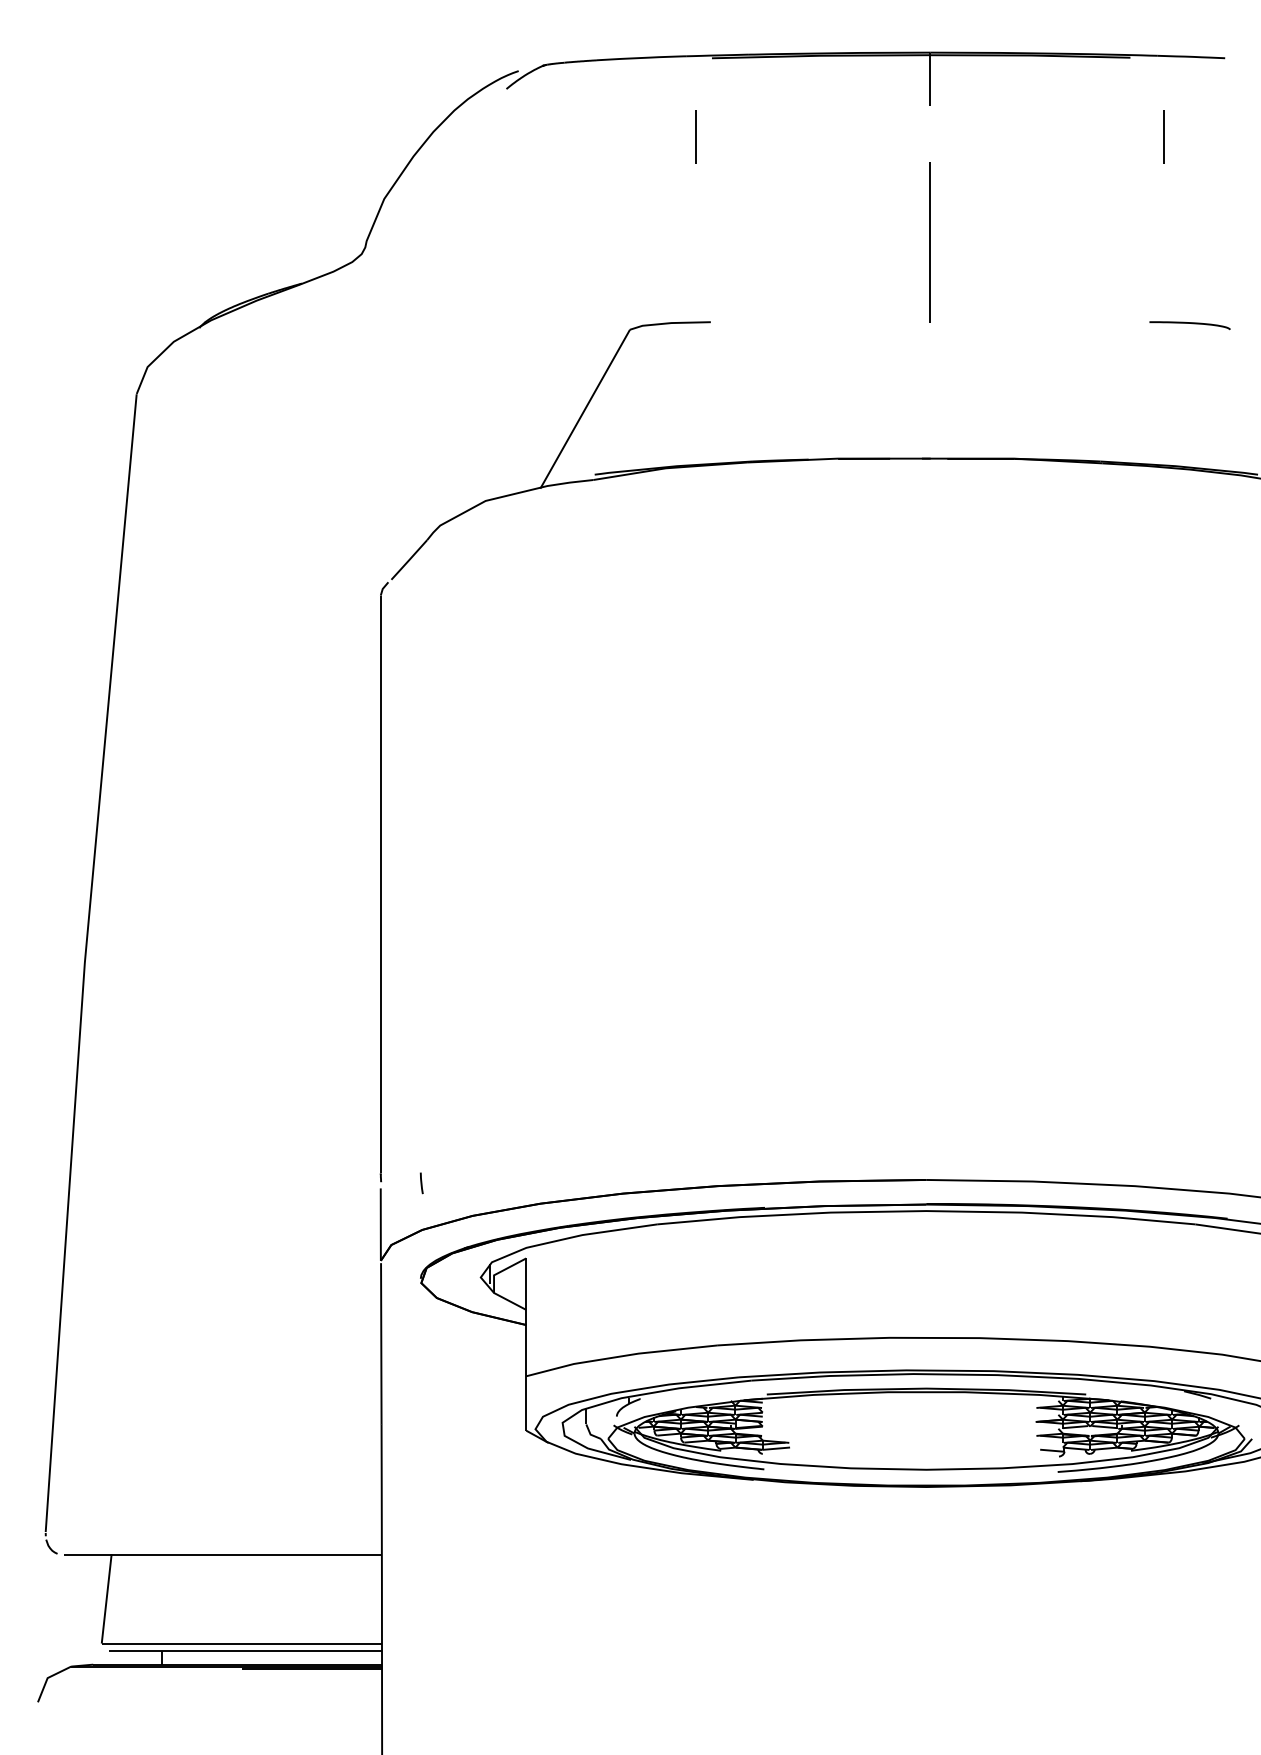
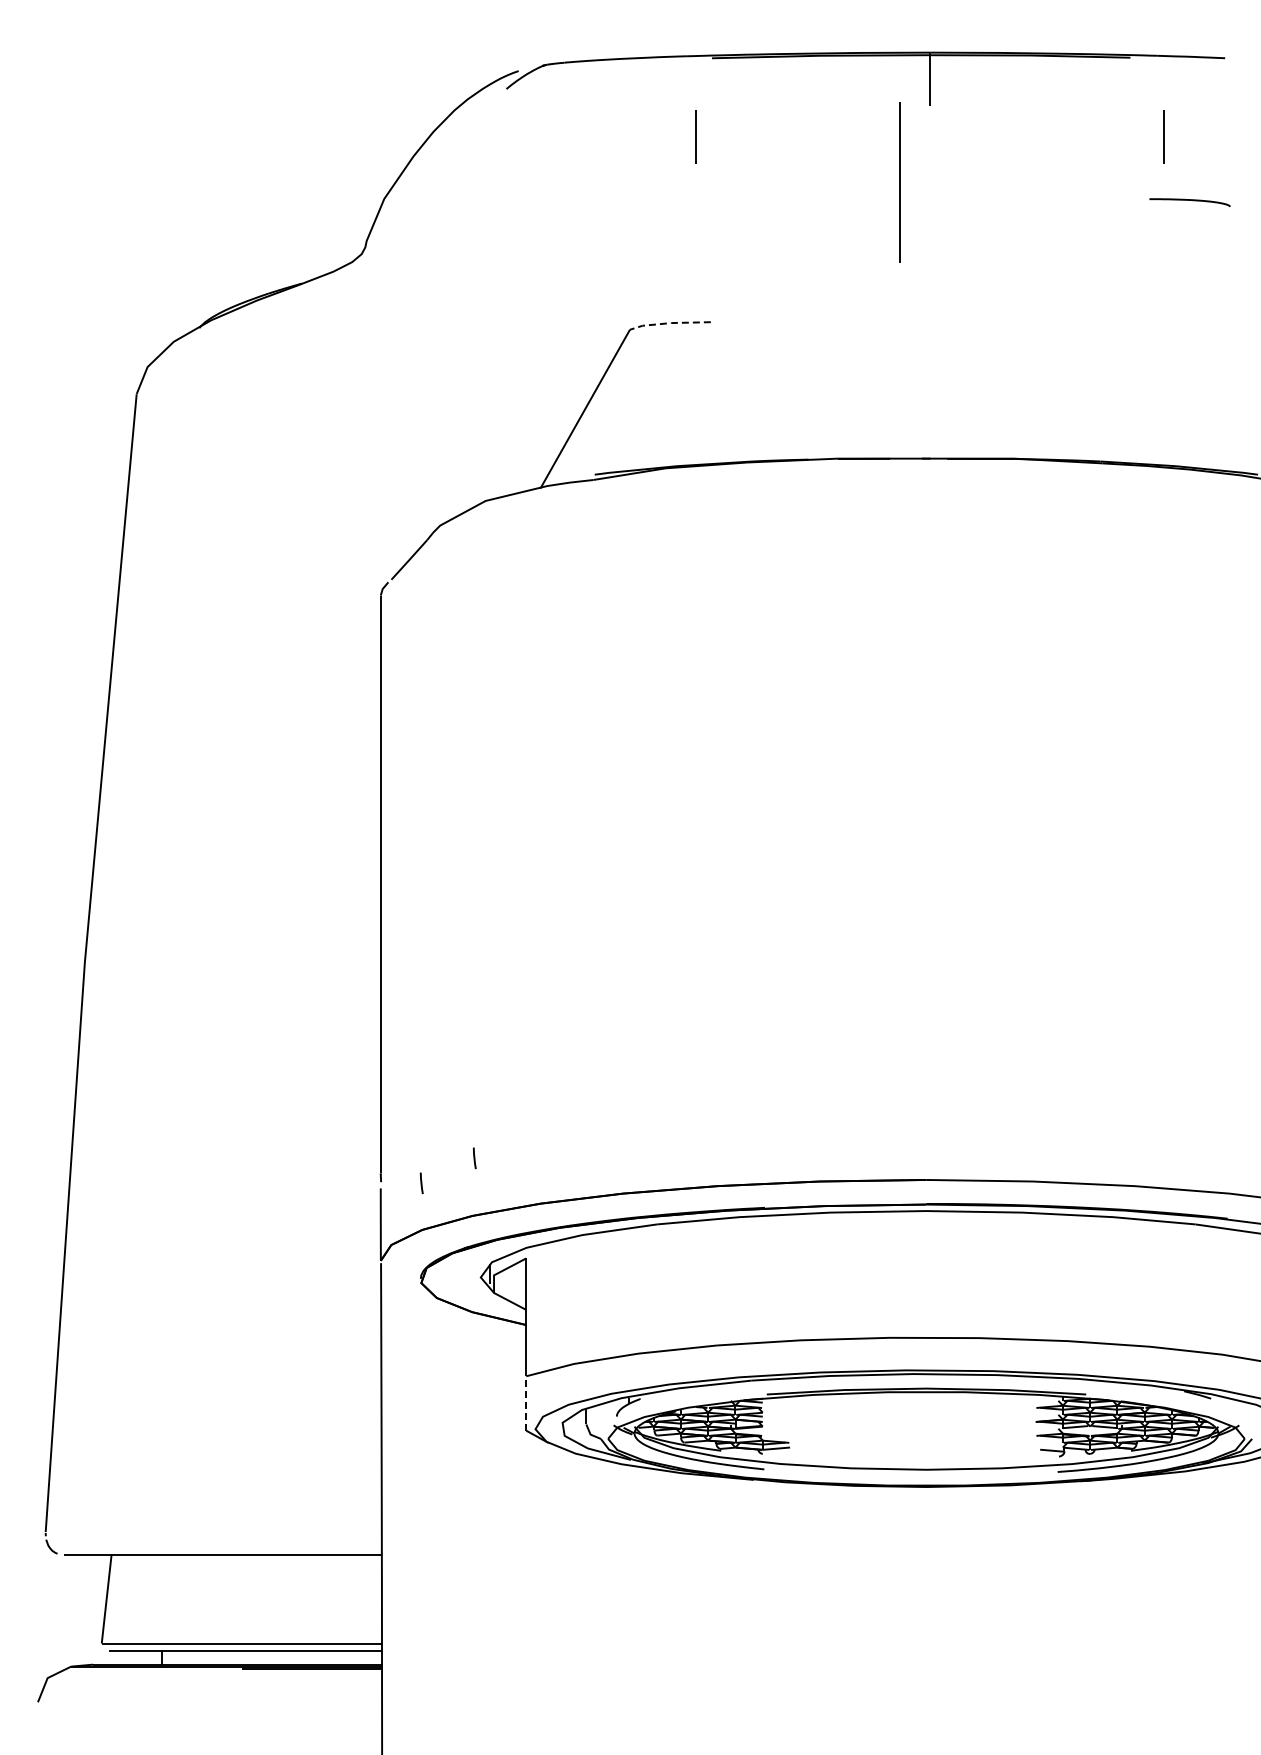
line at (929, 242) position: (929, 242) -> (899, 182)
line at (669, 323): solid -> dashed
curve at (1189, 323) position: (1189, 323) -> (1189, 200)
line at (474, 1158): none -> present
line at (526, 1404): solid -> dashed
